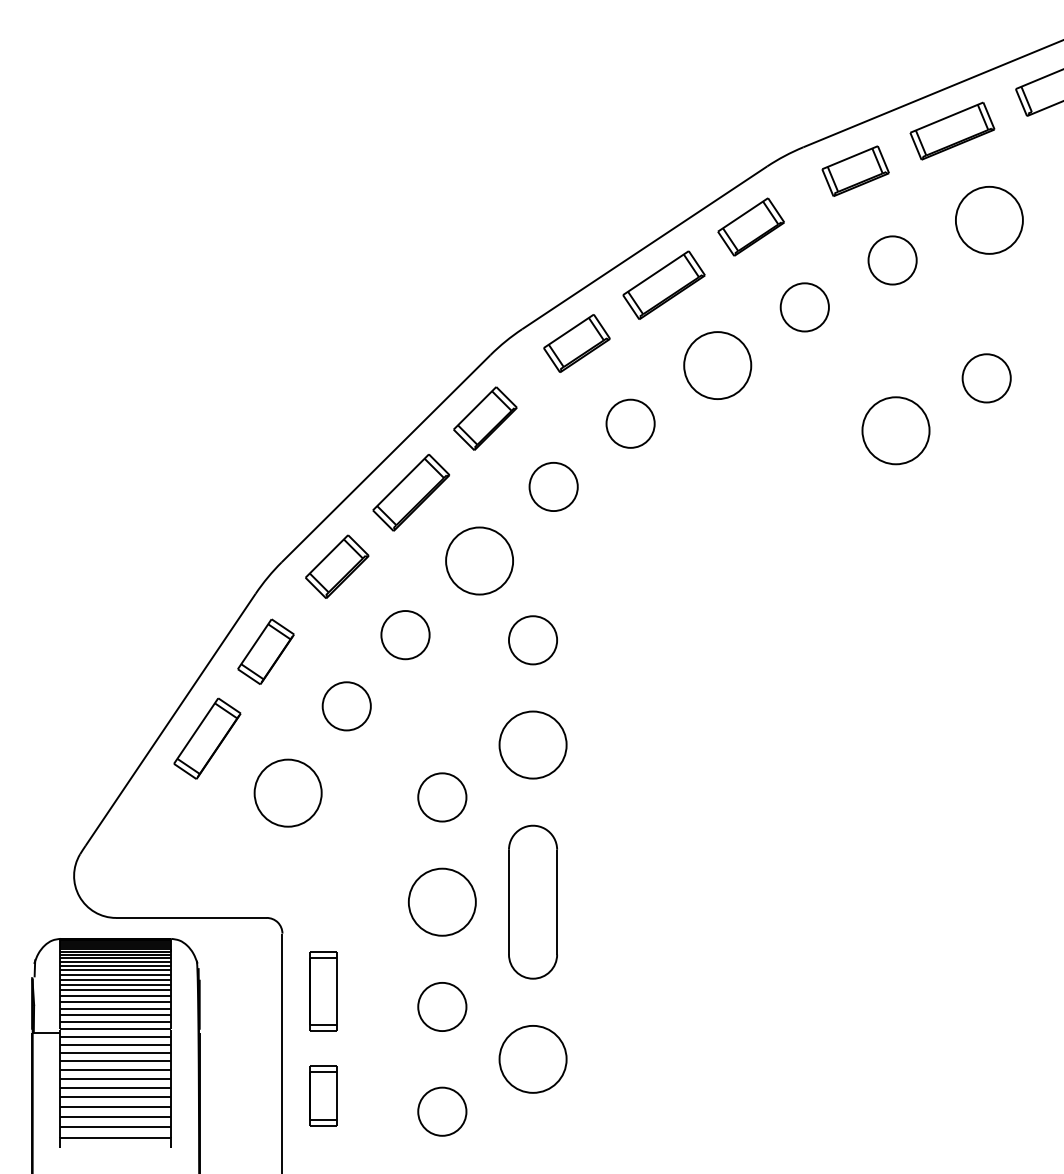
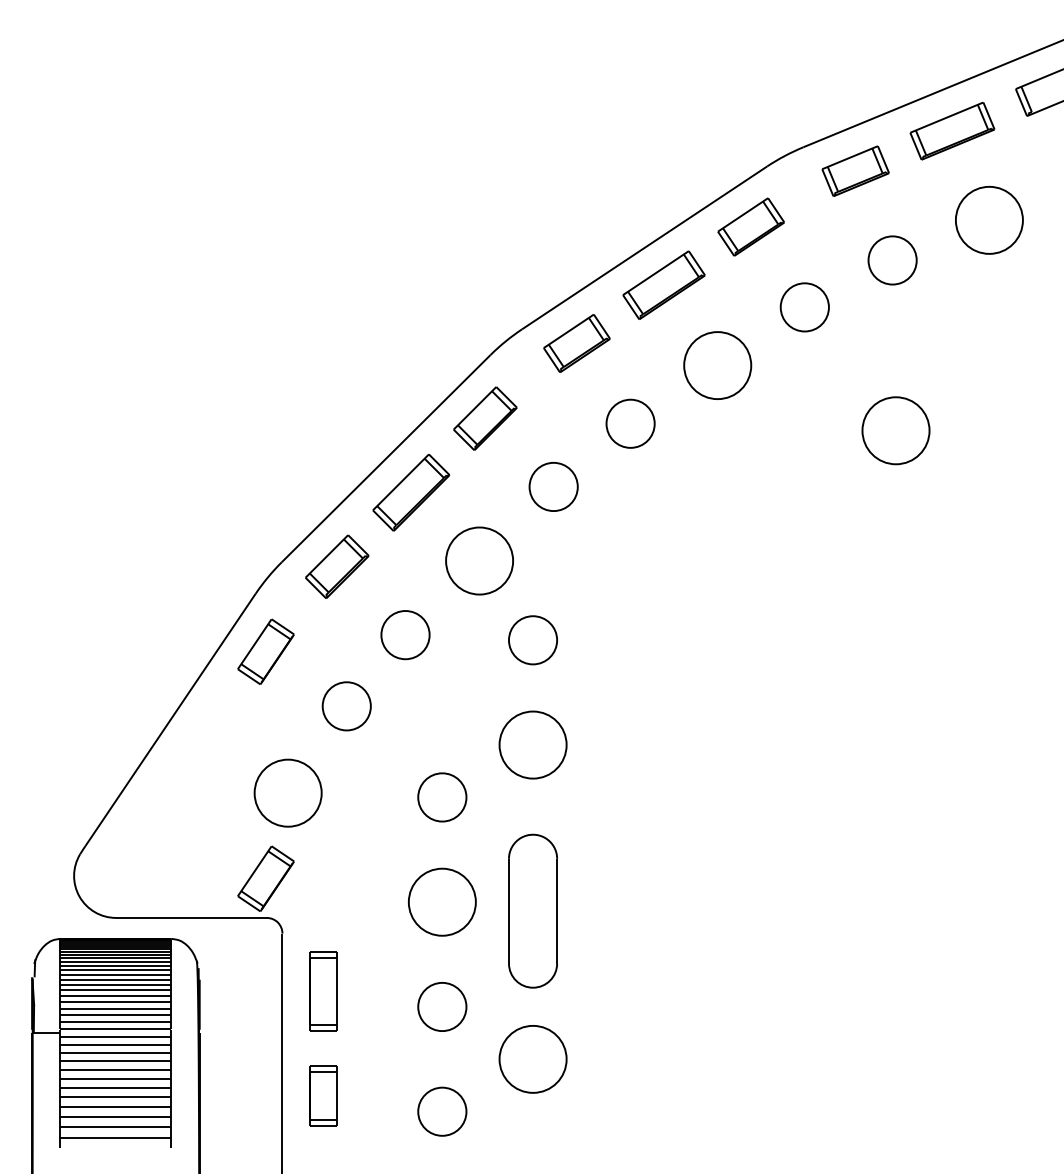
part at (986, 378): present -> none
part at (207, 738): present -> none
part at (265, 878): none -> present
part at (532, 901) position: (532, 901) -> (532, 910)
